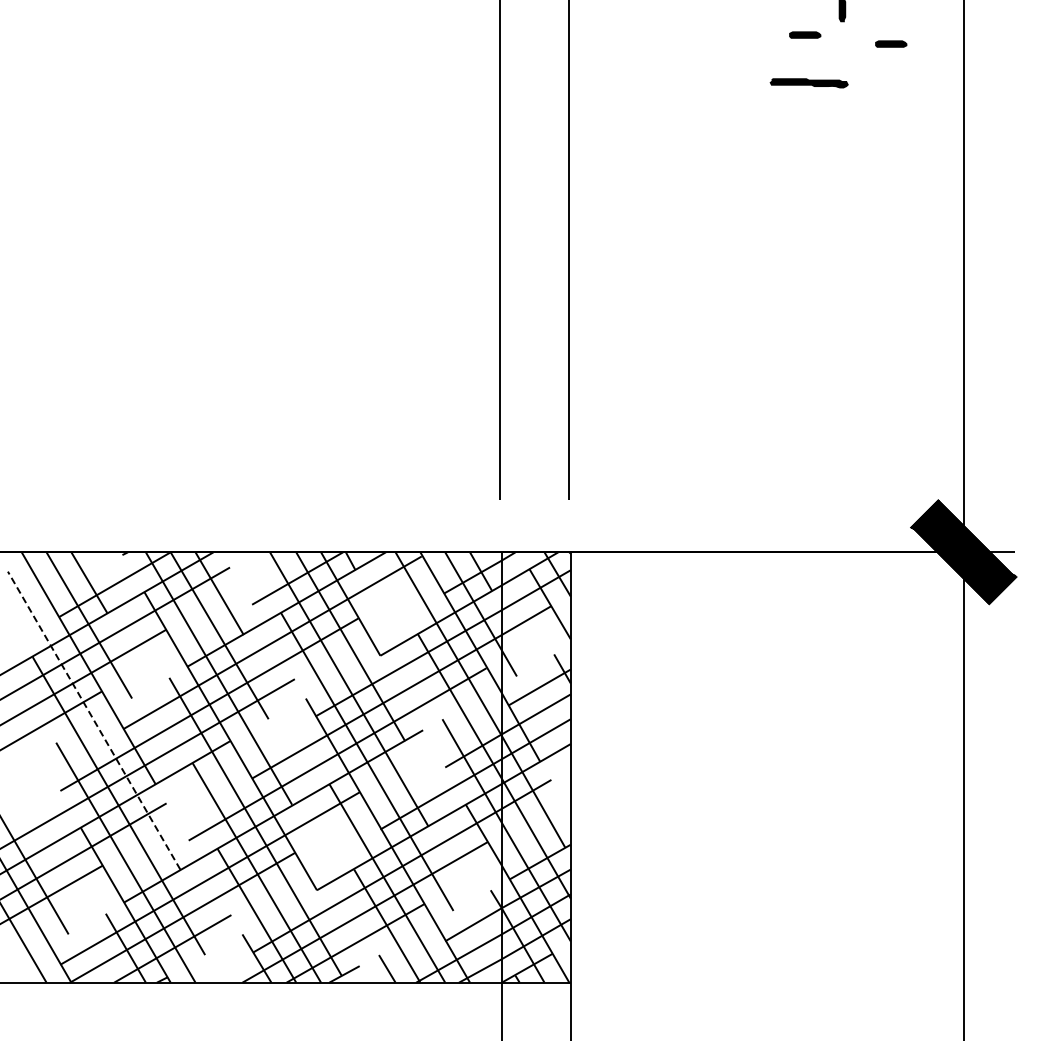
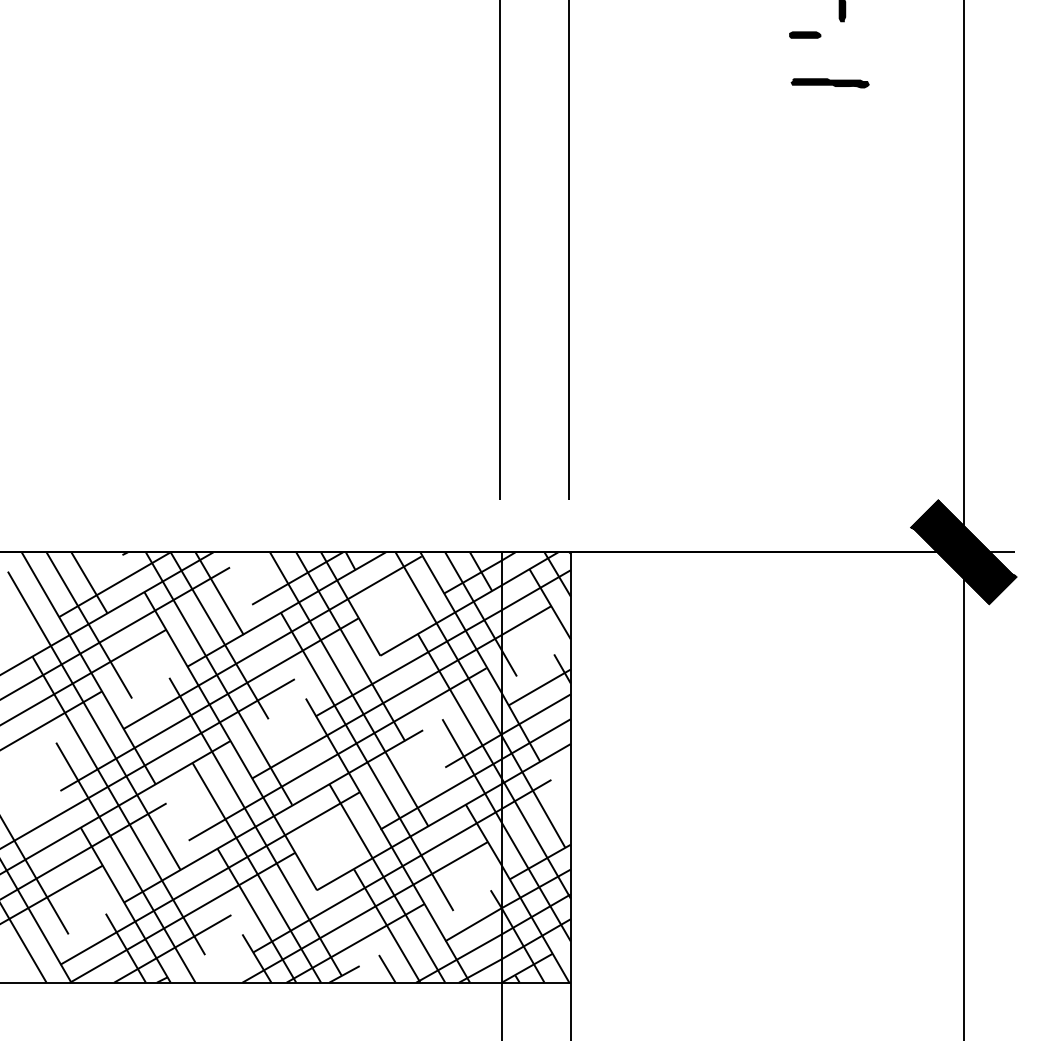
part at (891, 43): present -> none
part at (808, 83) position: (808, 83) -> (829, 83)
line at (93, 720): dashed -> solid
